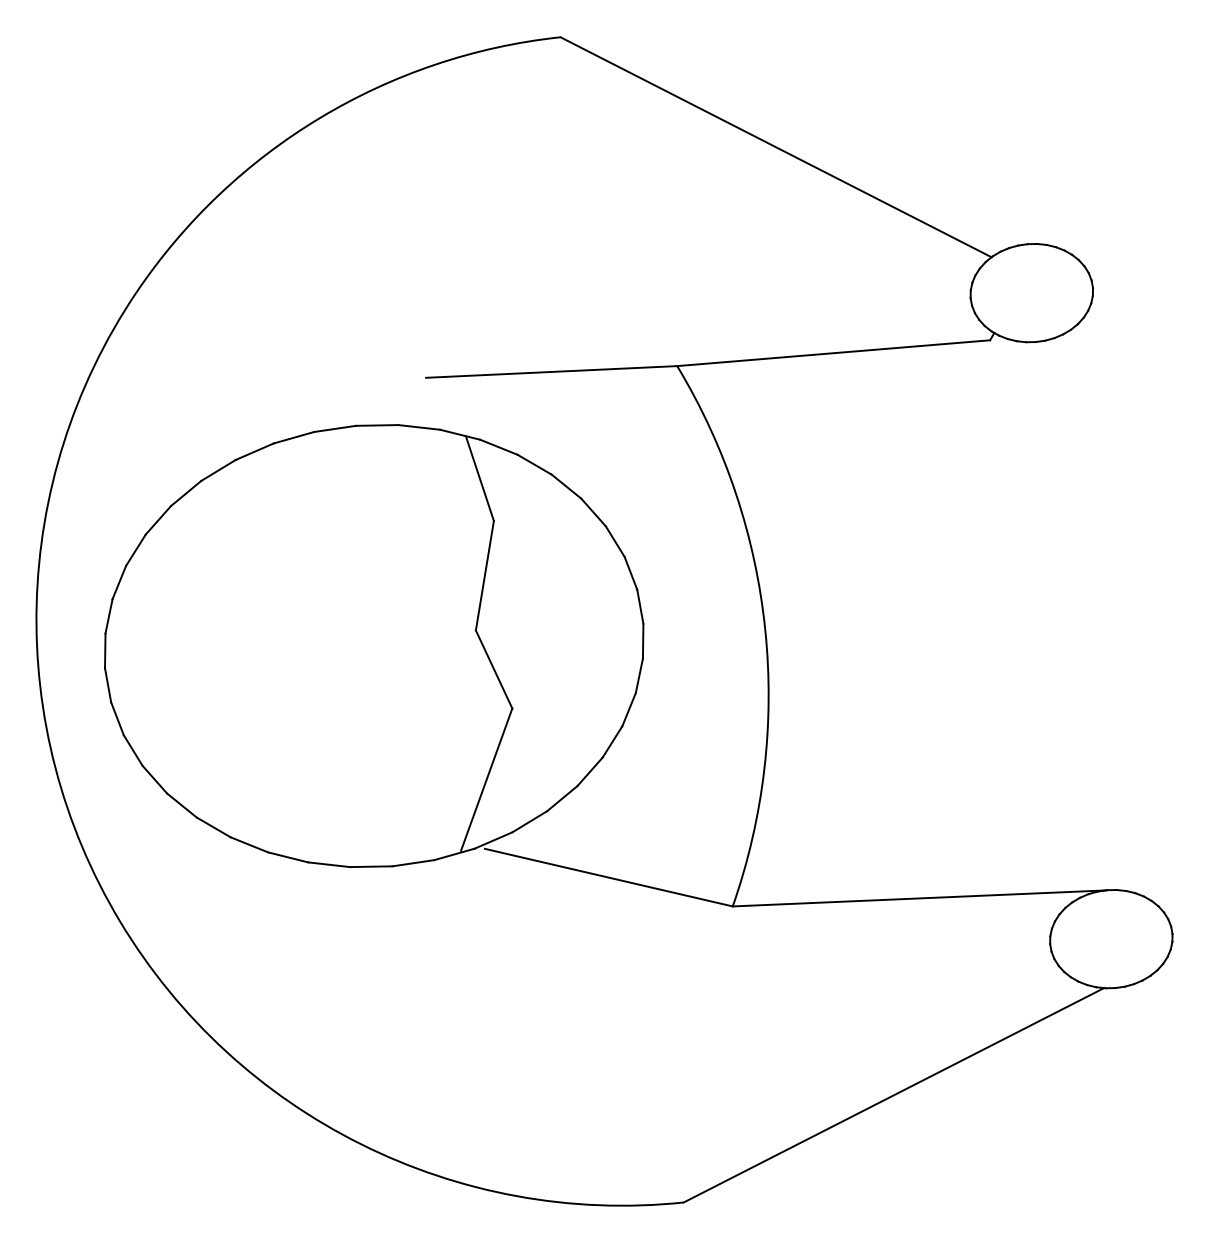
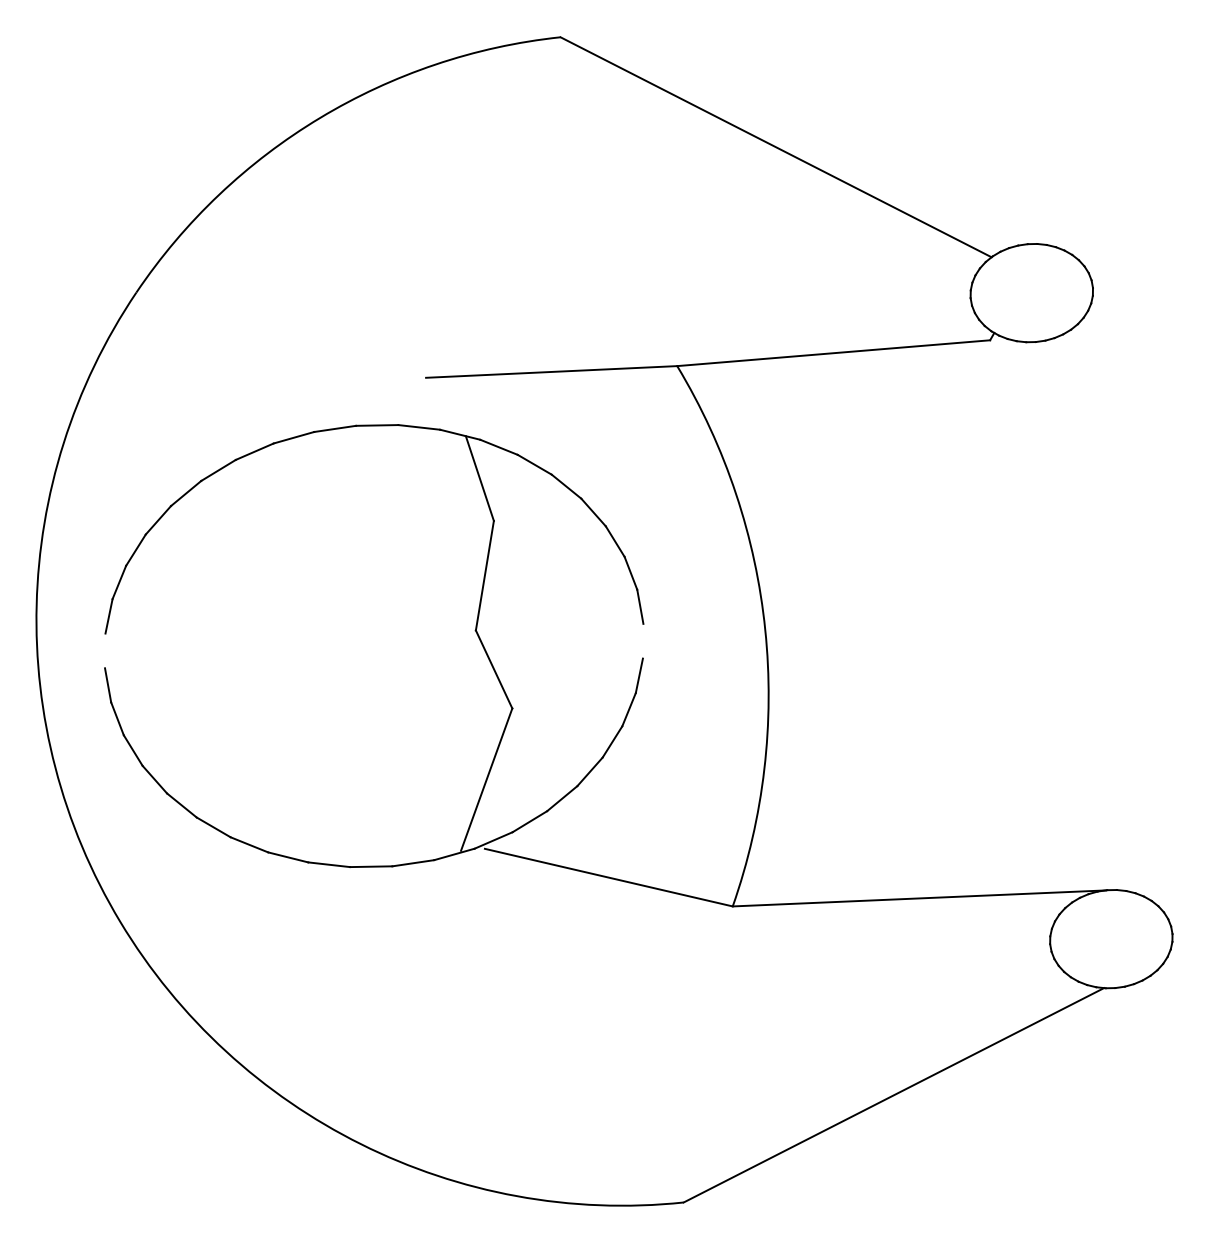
line at (642, 640): present -> none
line at (105, 650): present -> none
